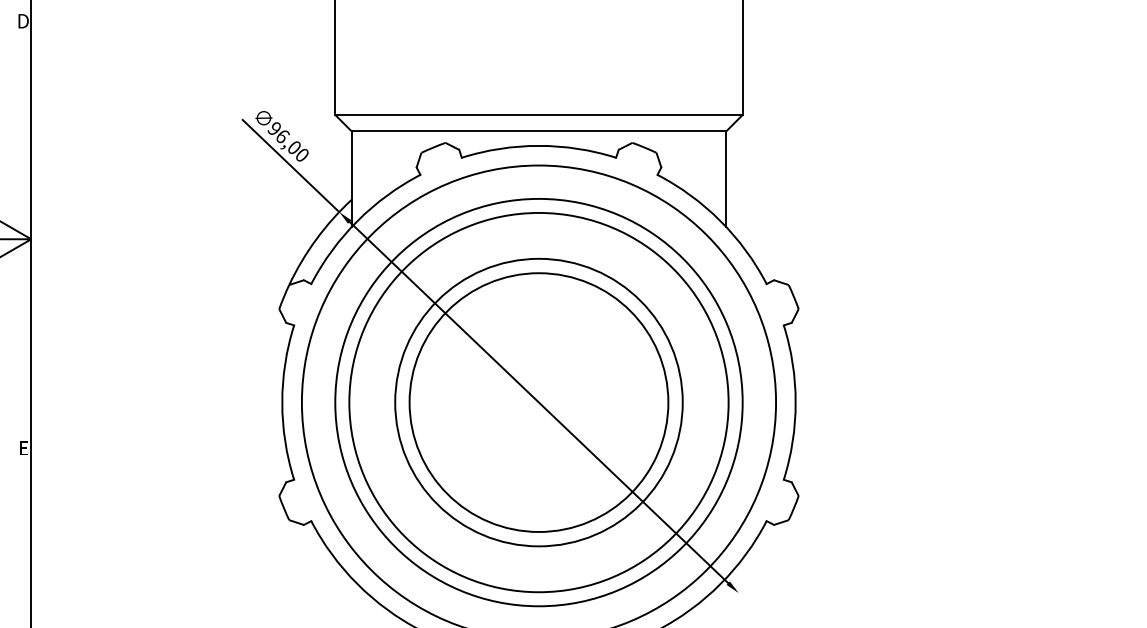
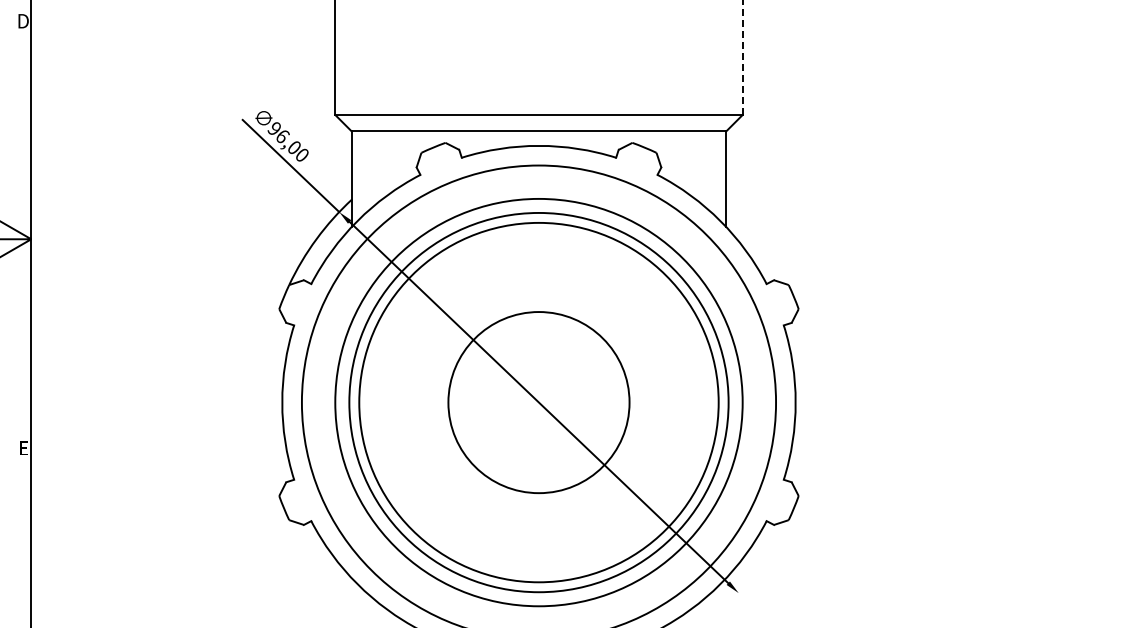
line at (742, 57): solid -> dashed
circle at (538, 402) diameter: 259 px -> 181 px
circle at (538, 402) diameter: 288 px -> 359 px
